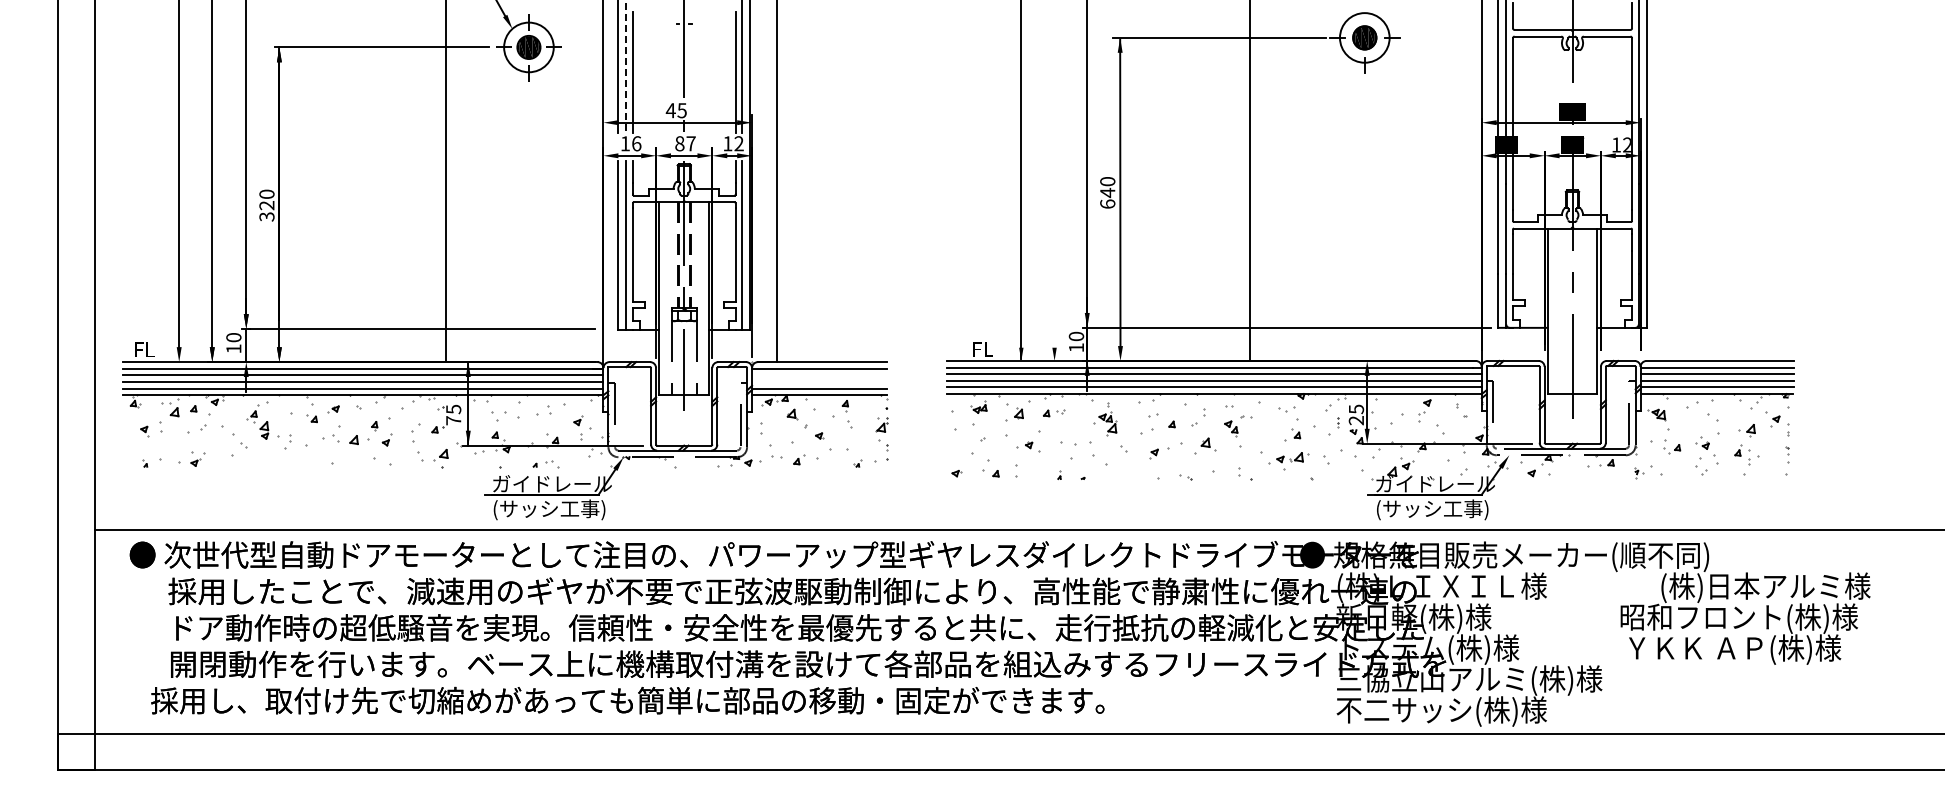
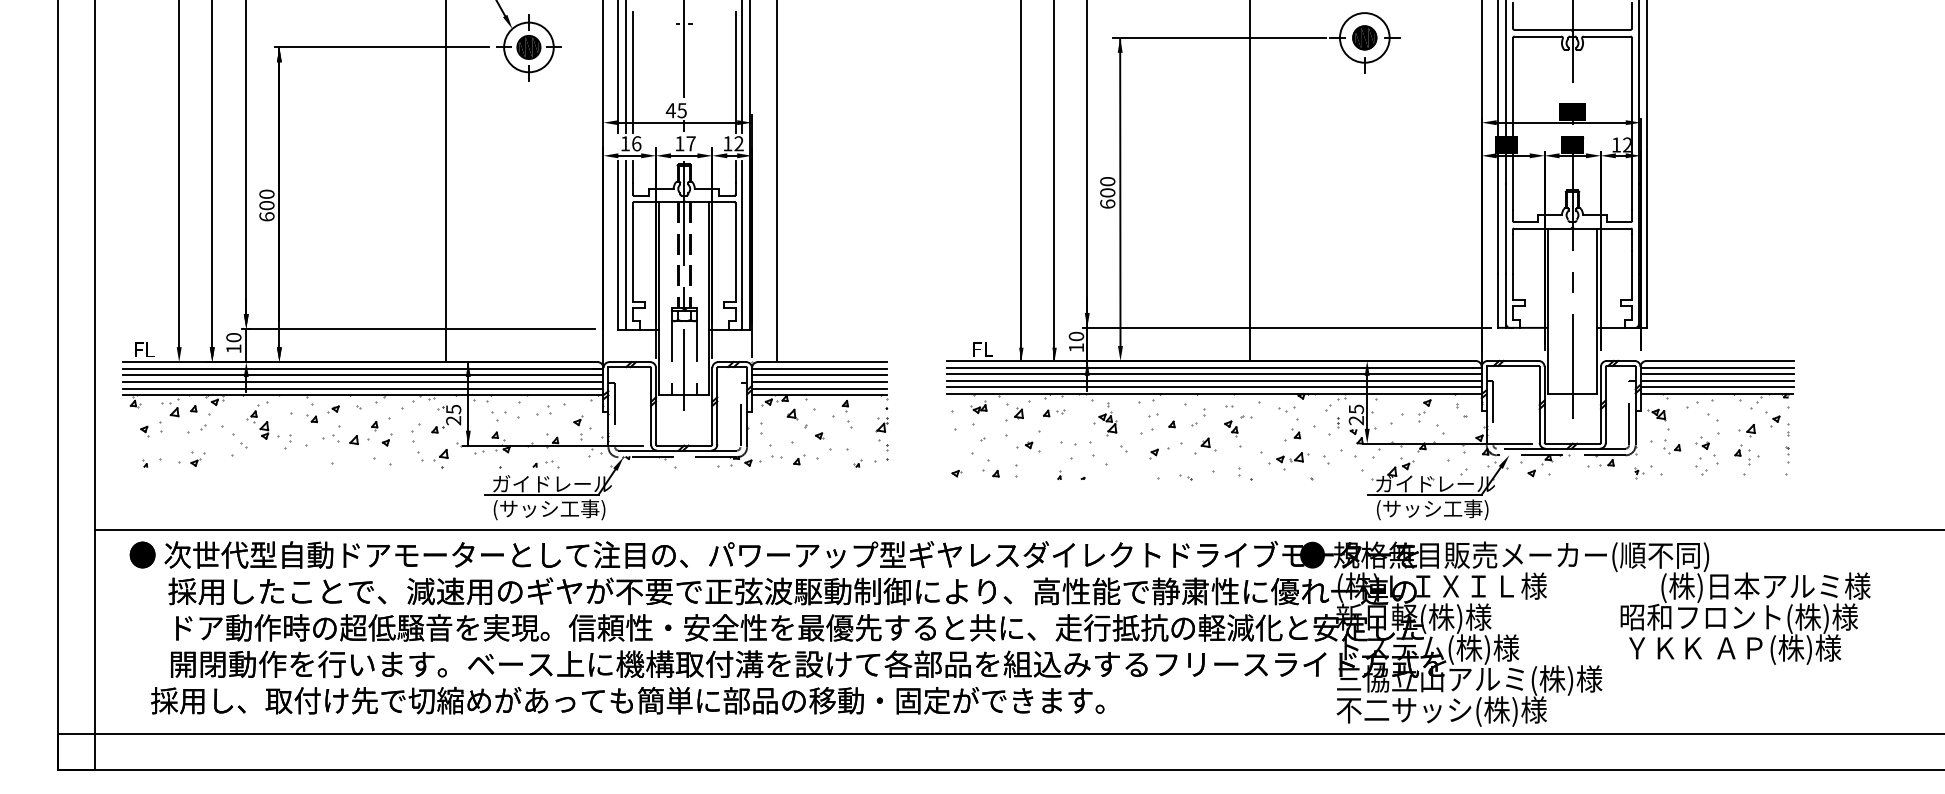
line at (626, 67): dashed -> solid
text at (679, 143): 87 -> 17
line at (1054, 180): none -> present
text at (1107, 192): 640 -> 600
text at (266, 211): 320 -> 600
line at (819, 375): none -> present
line at (819, 381): none -> present
text at (453, 420): 75 -> 25
